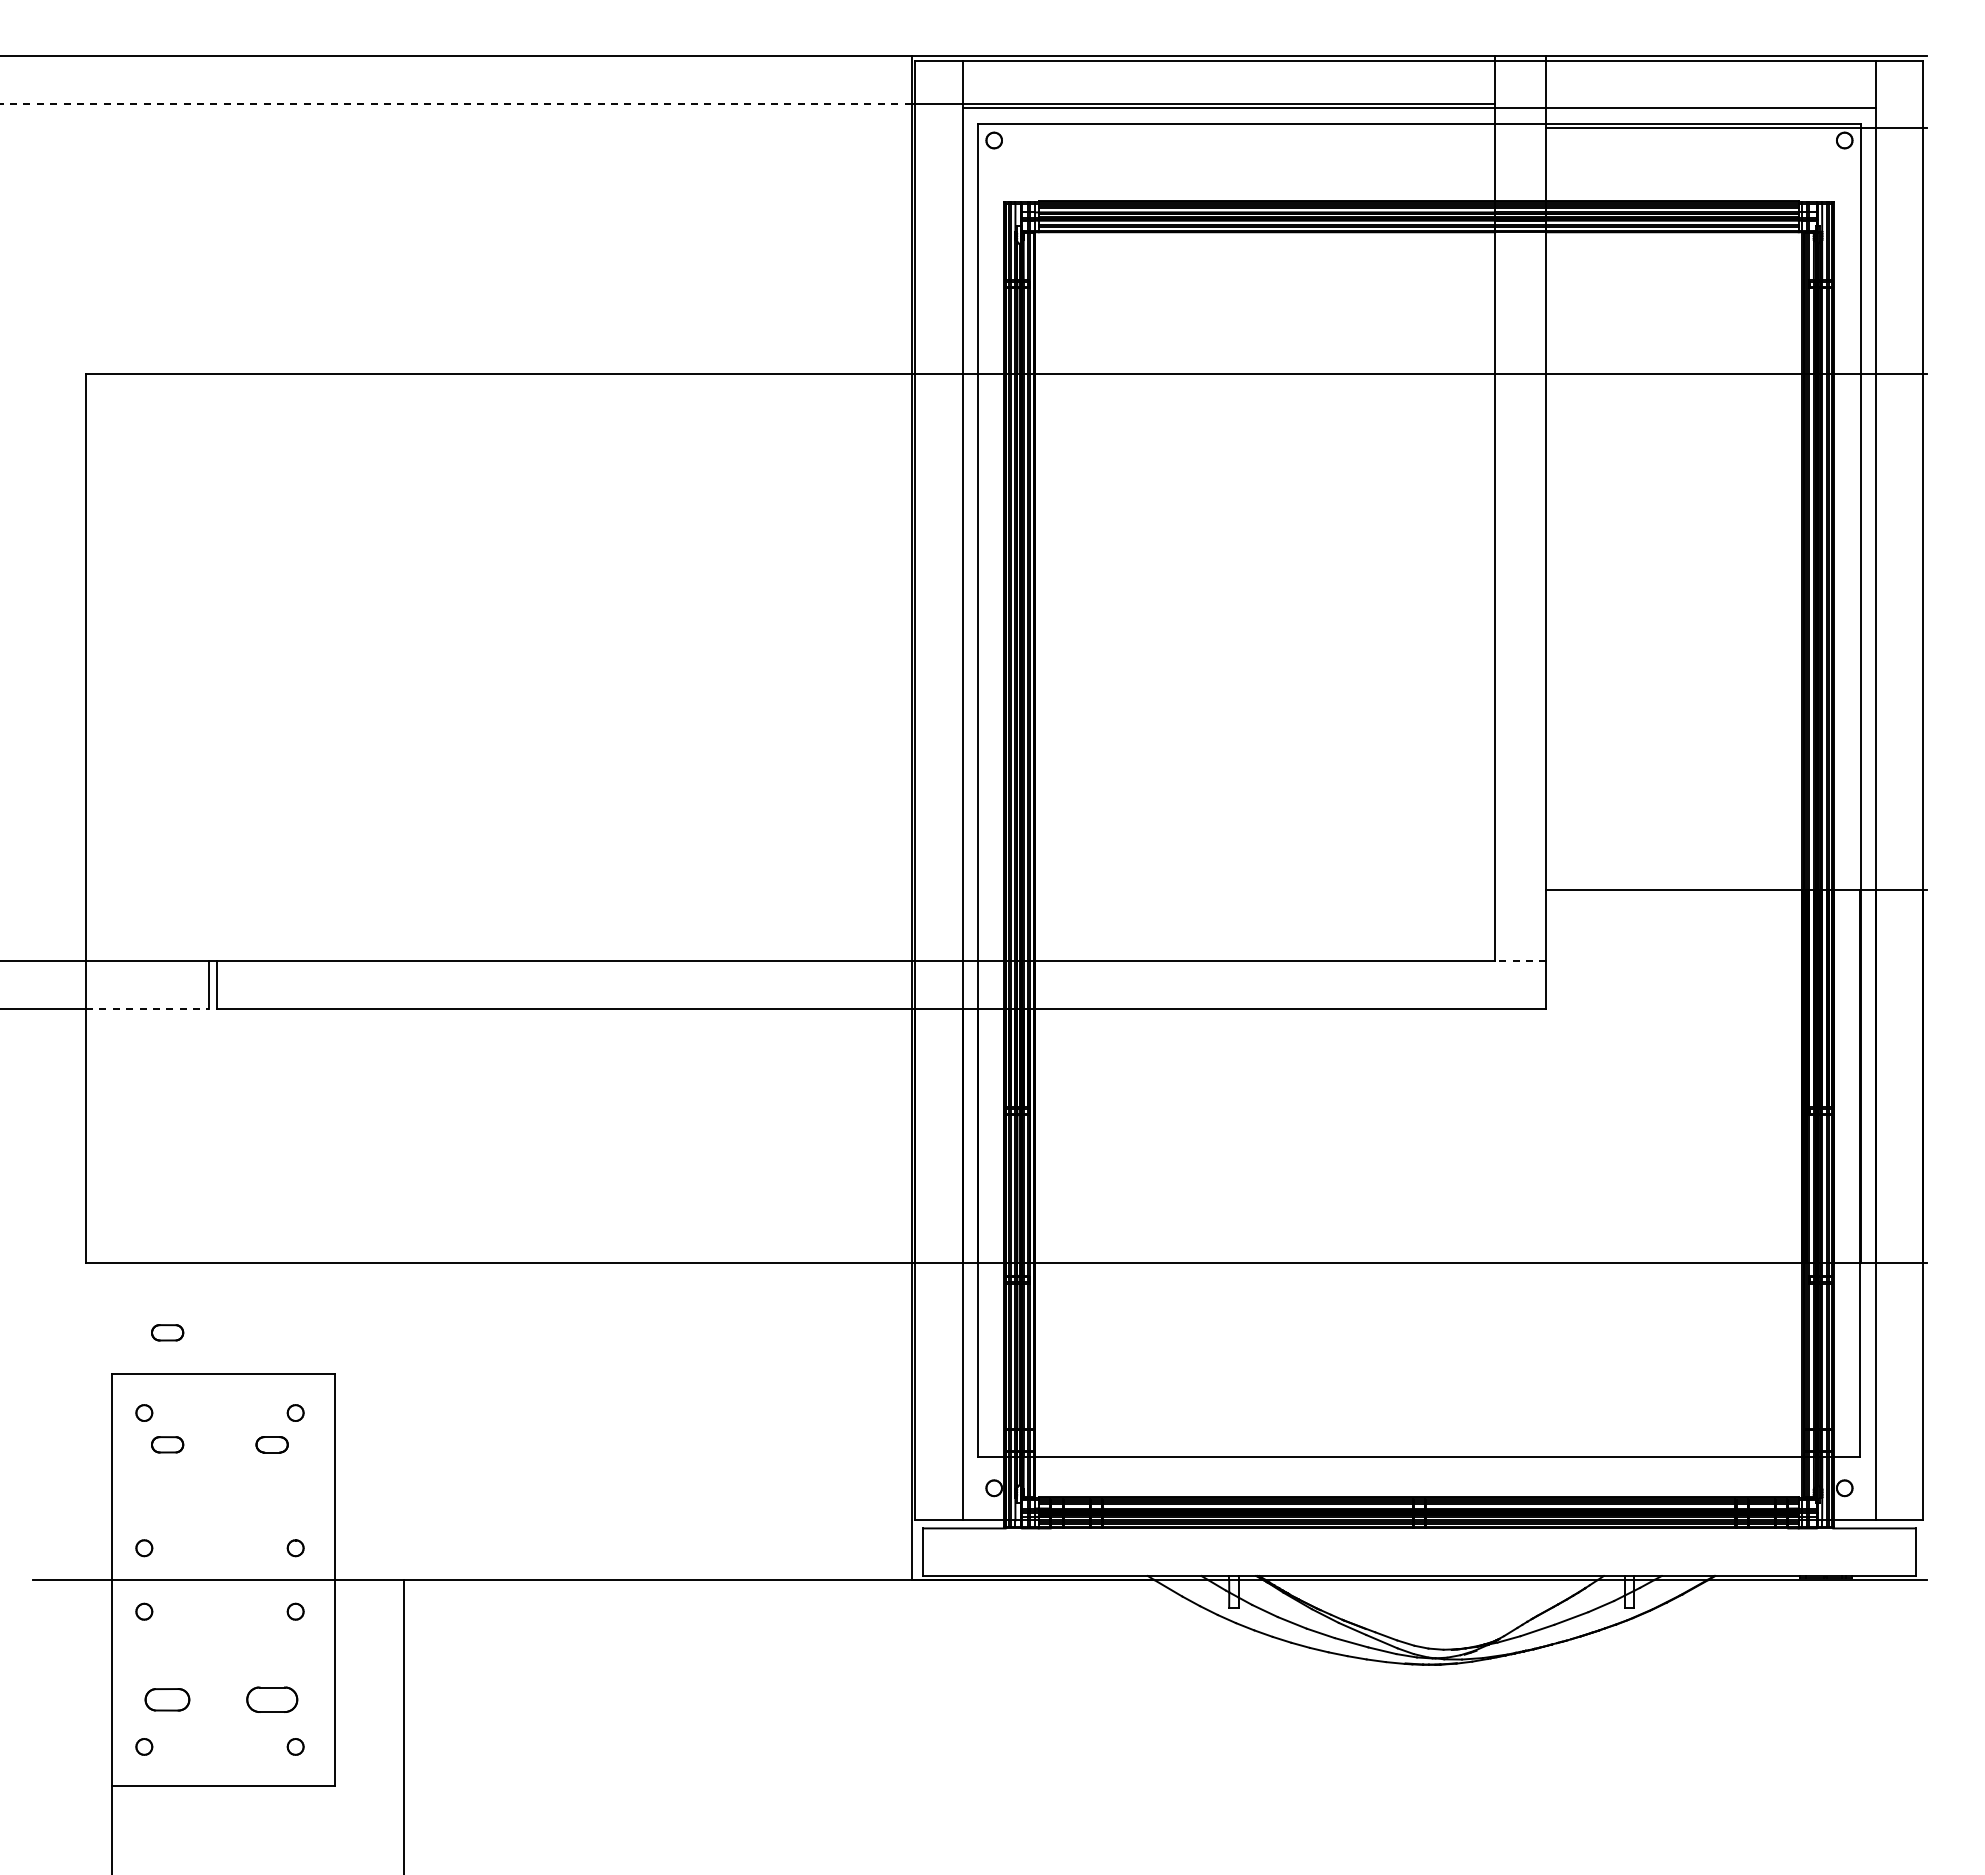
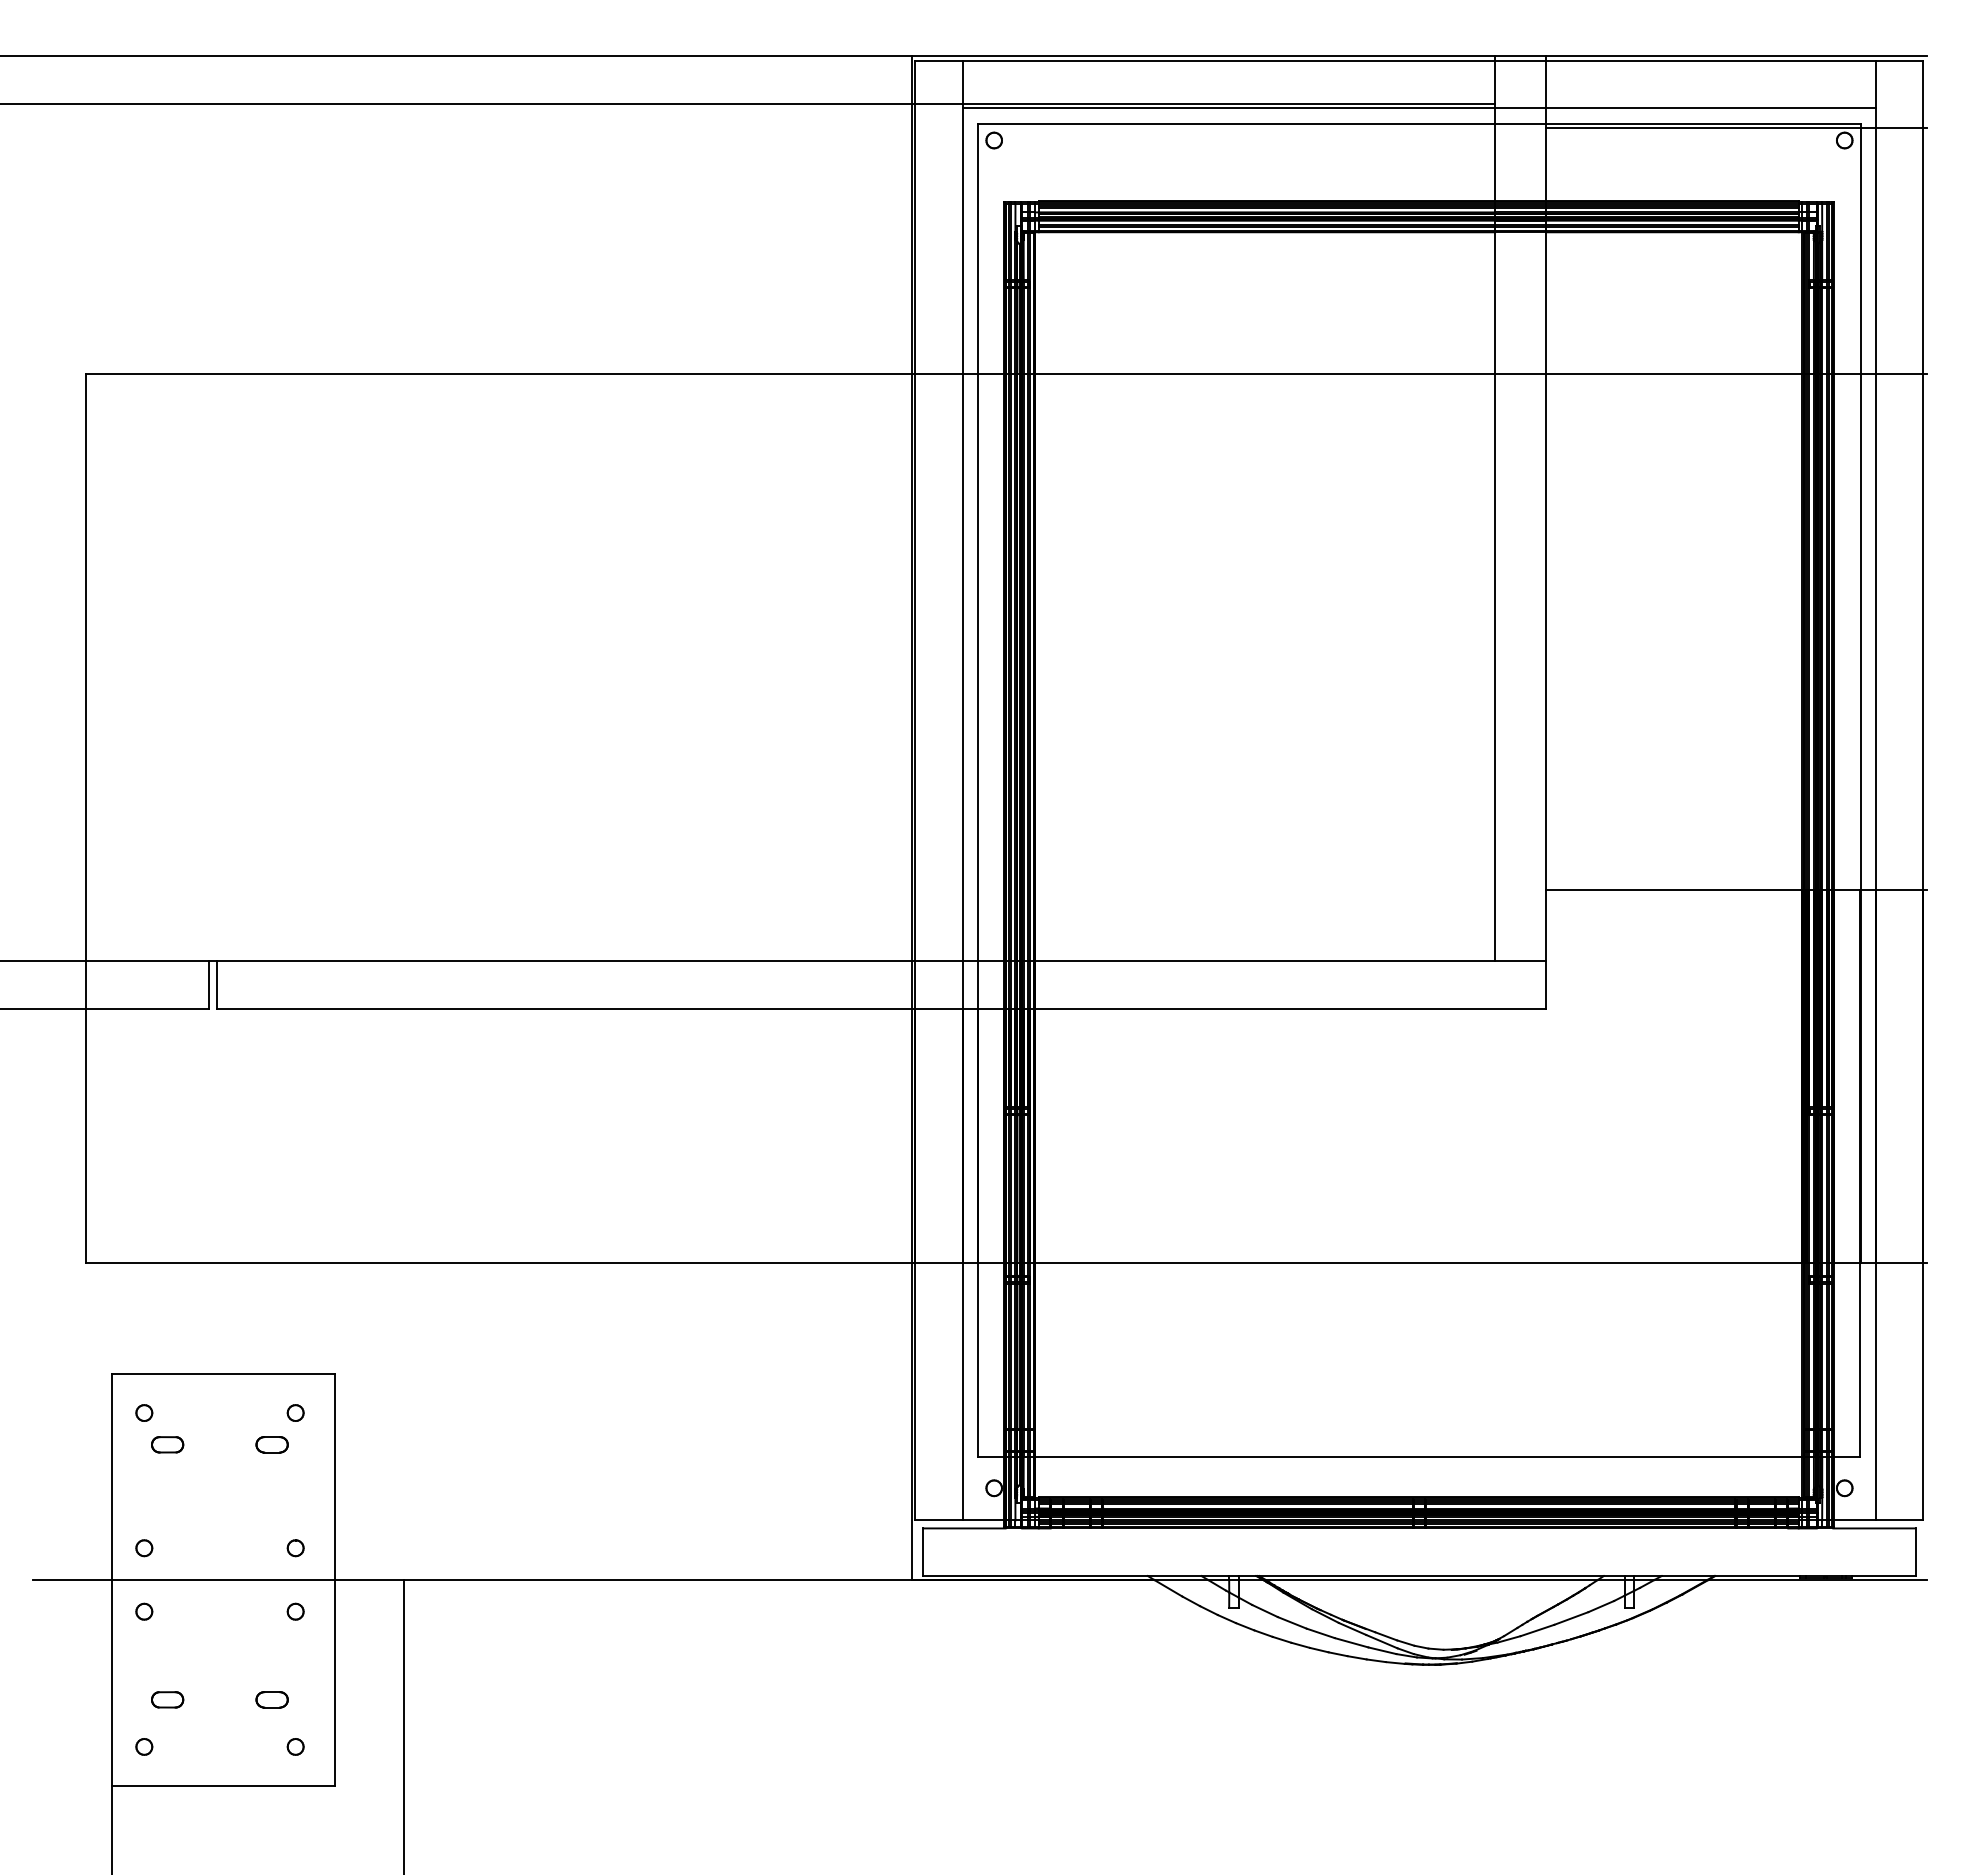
line at (455, 103): dashed -> solid
line at (1520, 960): dashed -> solid
line at (147, 1008): dashed -> solid
part at (167, 1332): present -> none
part at (167, 1699) size: 47x24 px -> 34x18 px
part at (272, 1699) size: 53x27 px -> 34x18 px
